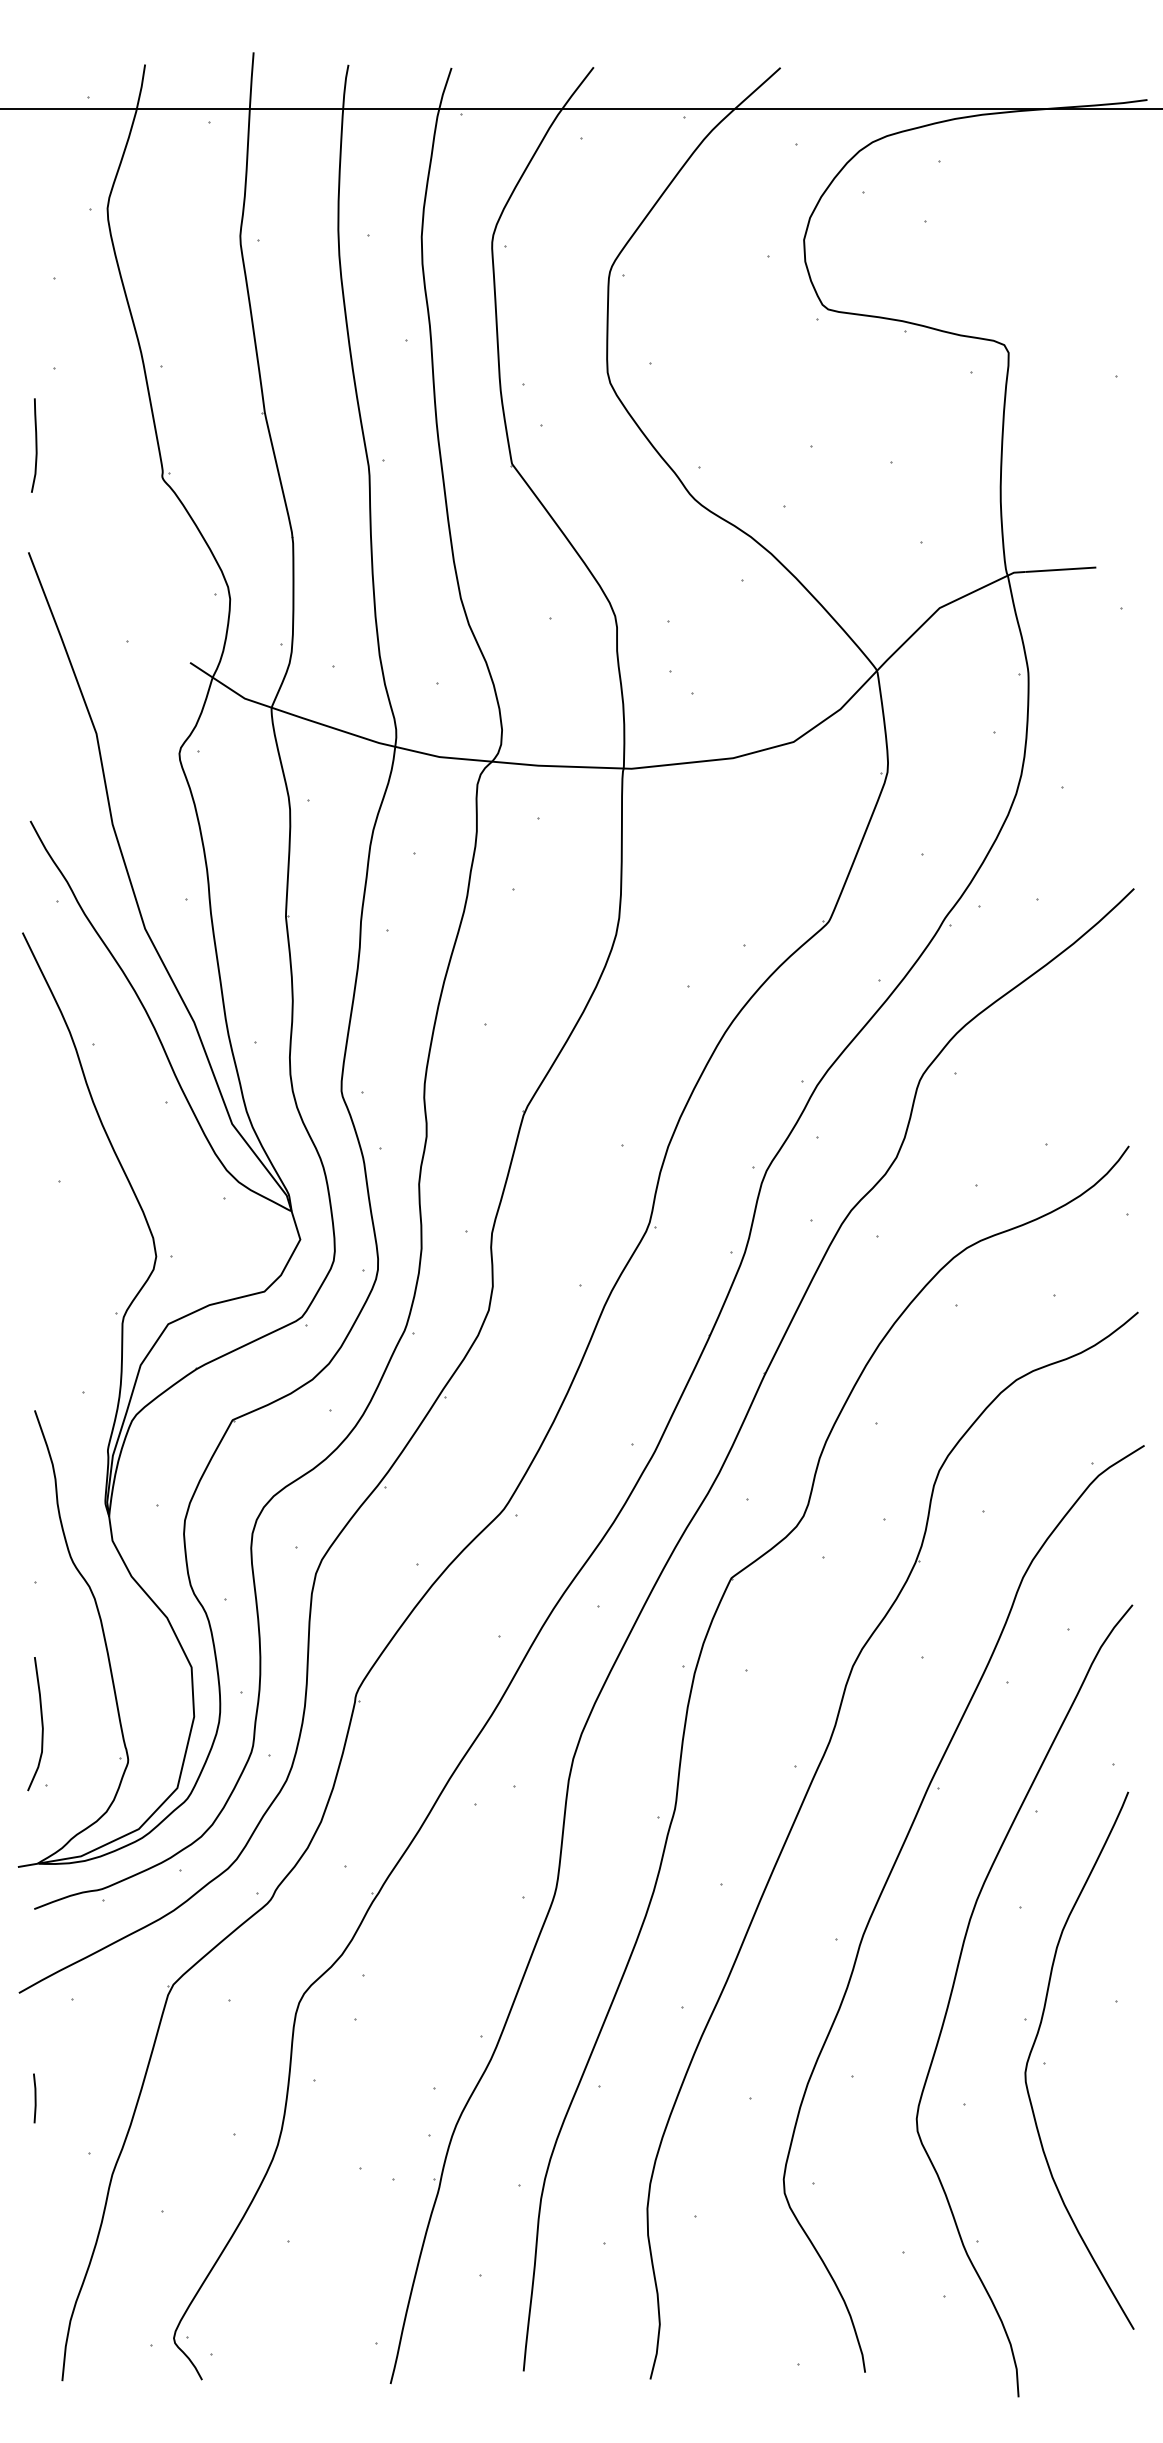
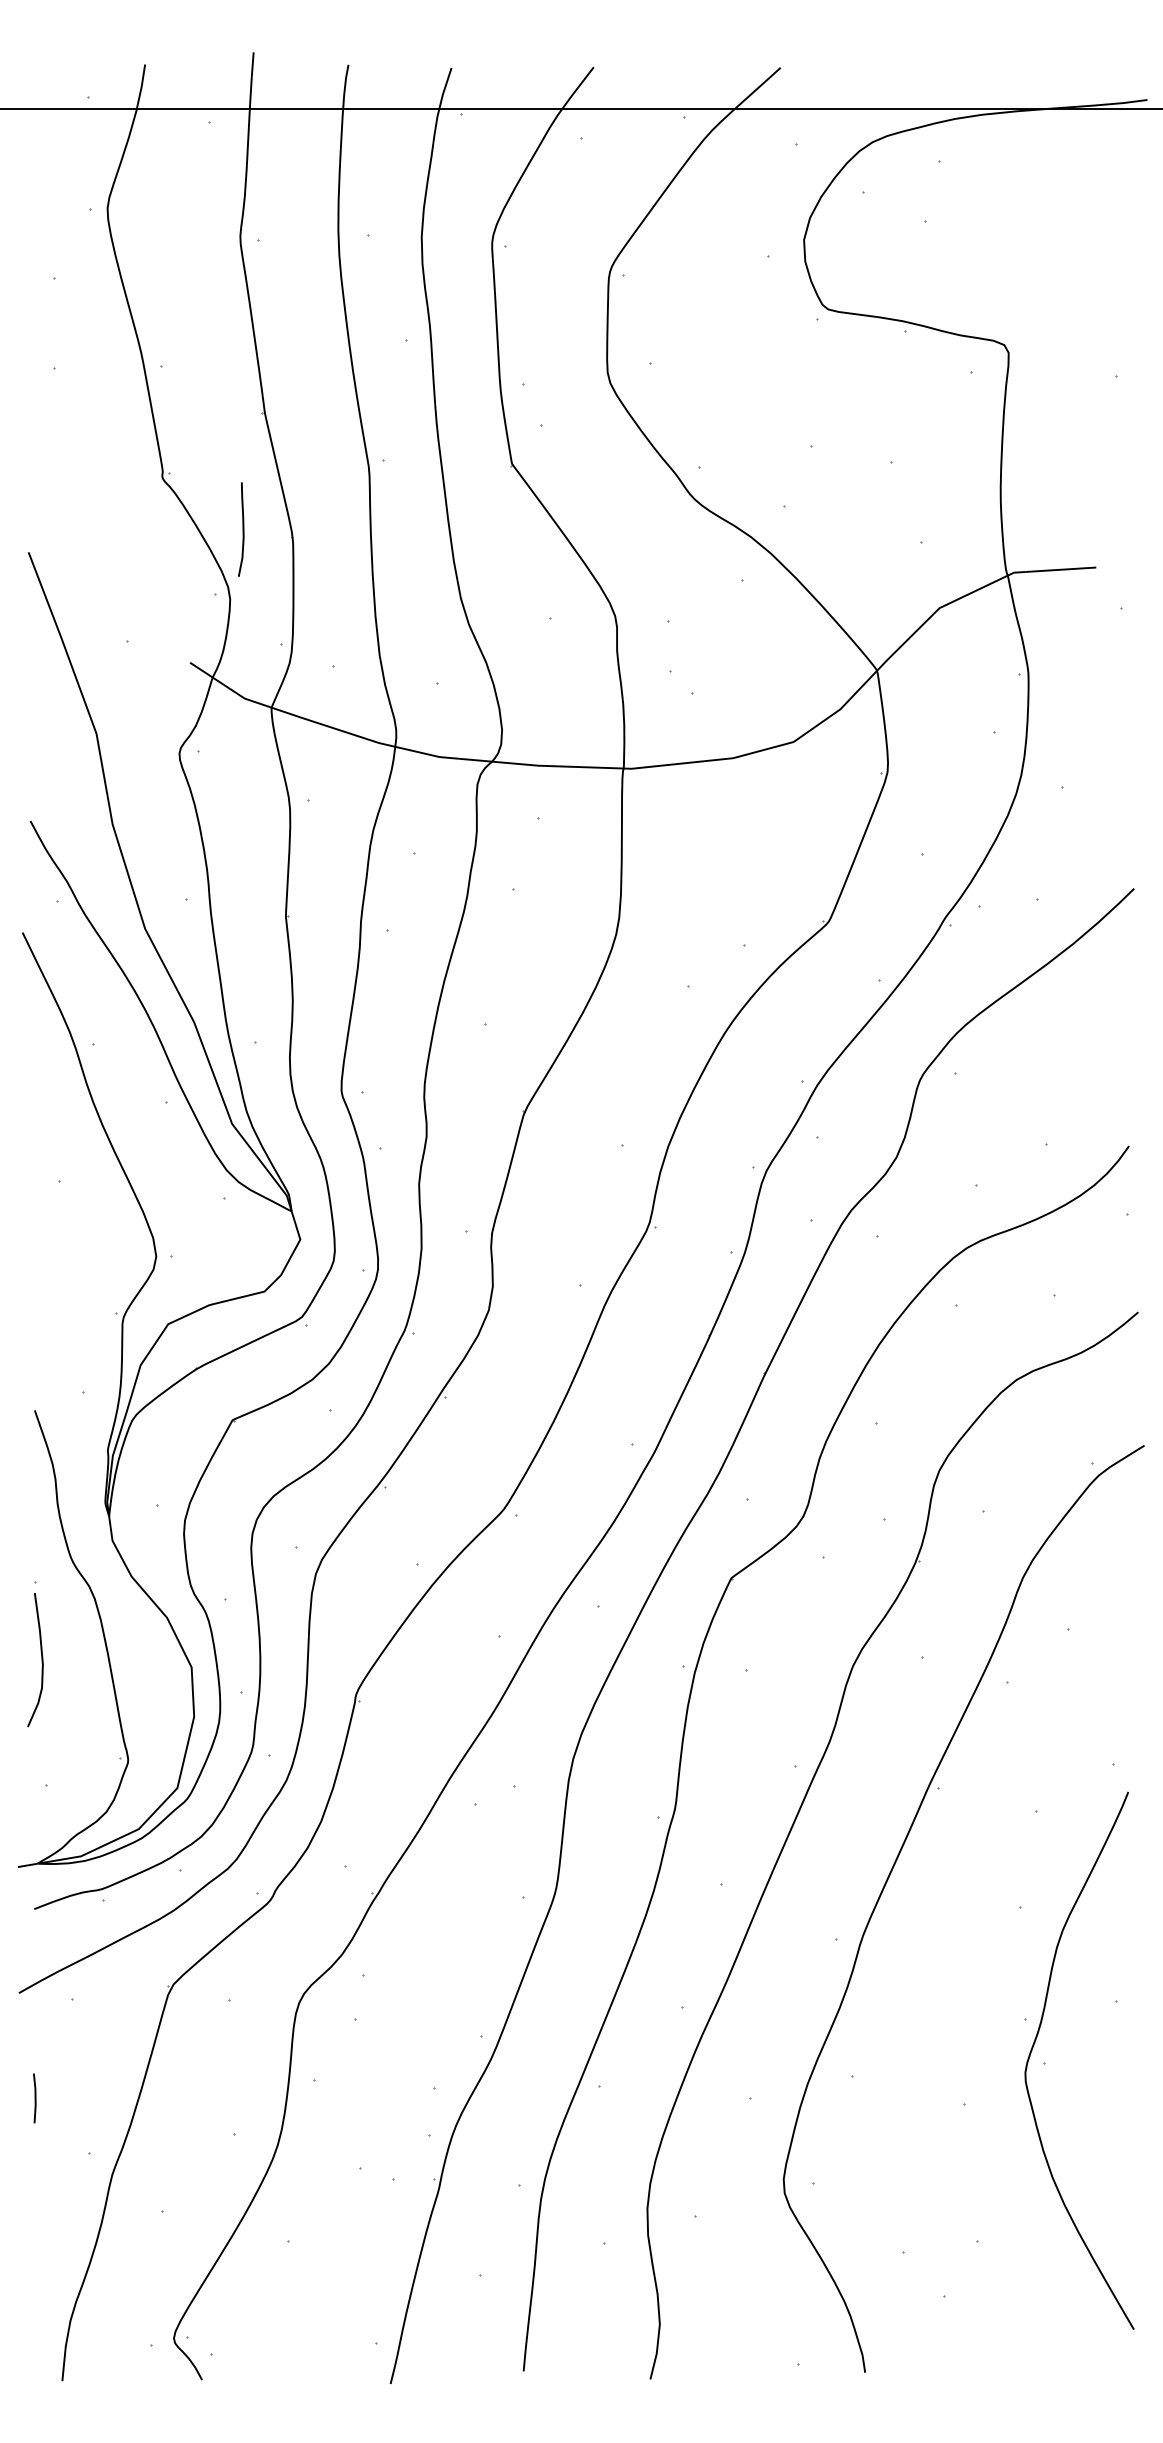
curve at (35, 445) position: (35, 445) -> (242, 529)
curve at (41, 1724) position: (41, 1724) -> (41, 1660)
curve at (955, 1981): present -> none
